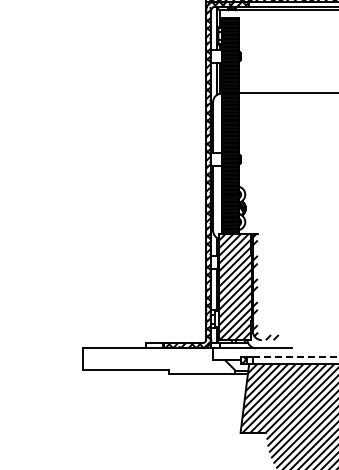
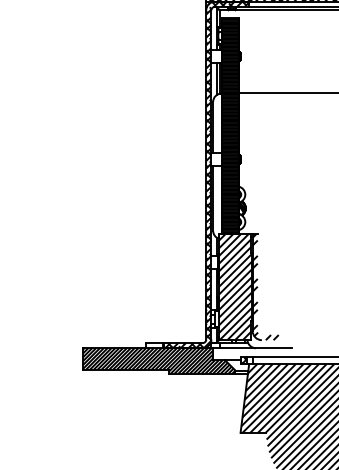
line at (295, 357): dashed -> solid
hatch at (158, 360): none -> present
